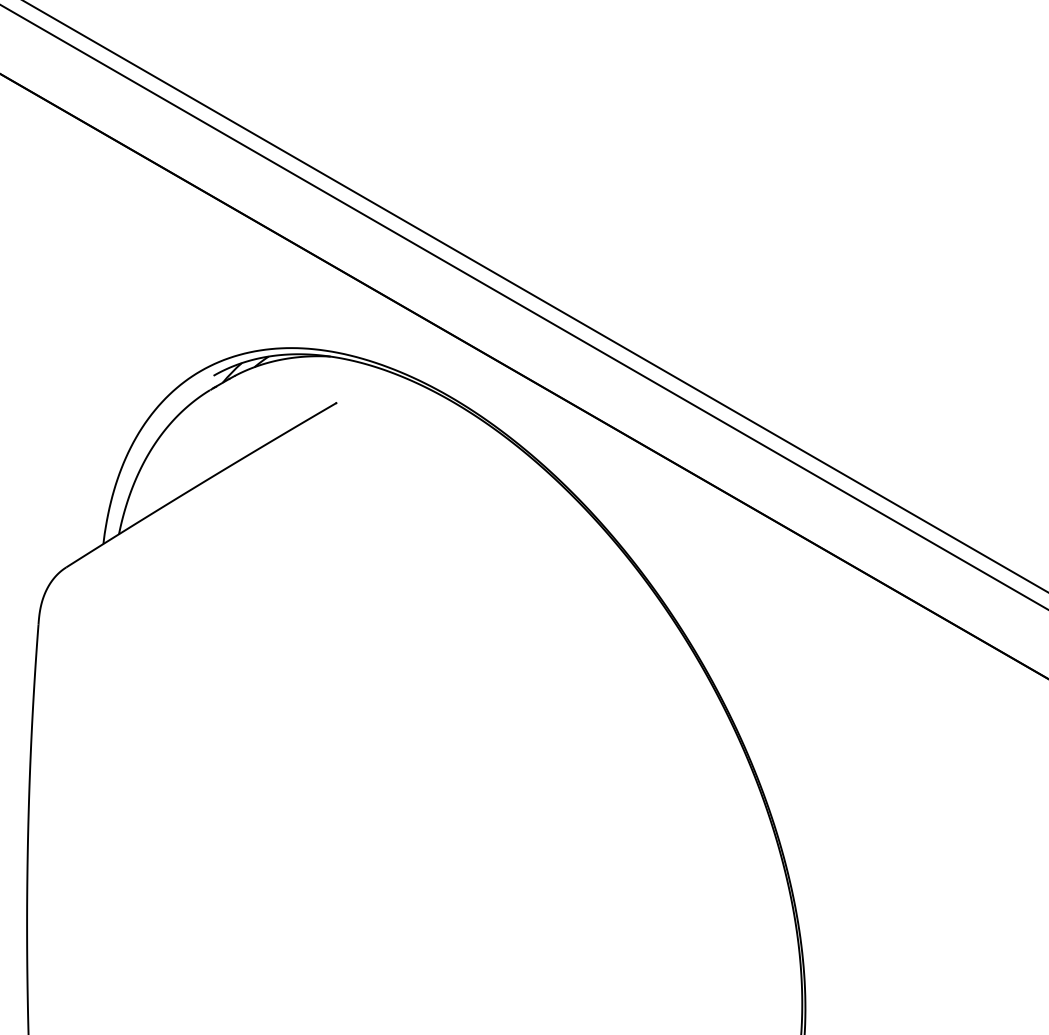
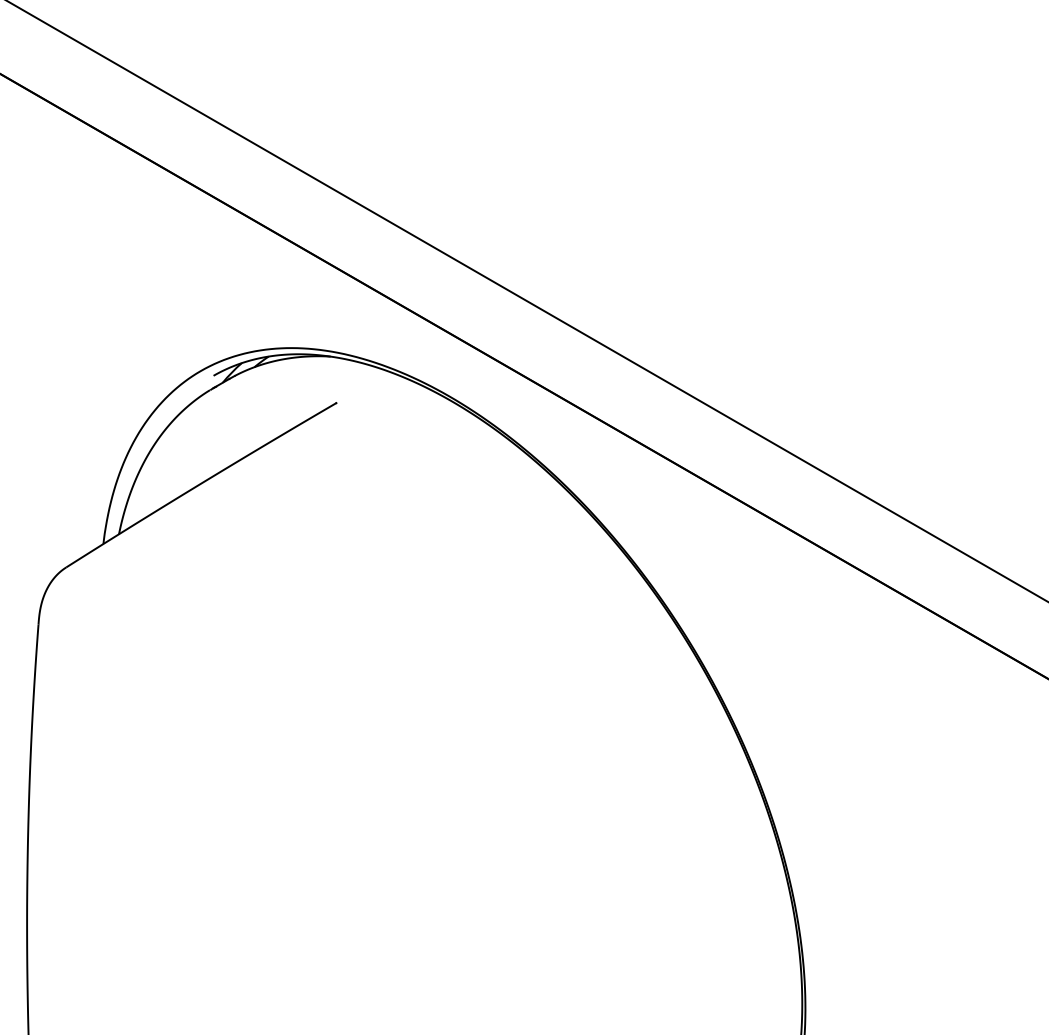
line at (535, 296): present -> none
line at (523, 307) position: (523, 307) -> (527, 301)
